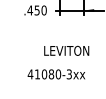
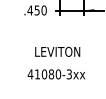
text at (66, 50) position: (66, 50) -> (57, 51)
